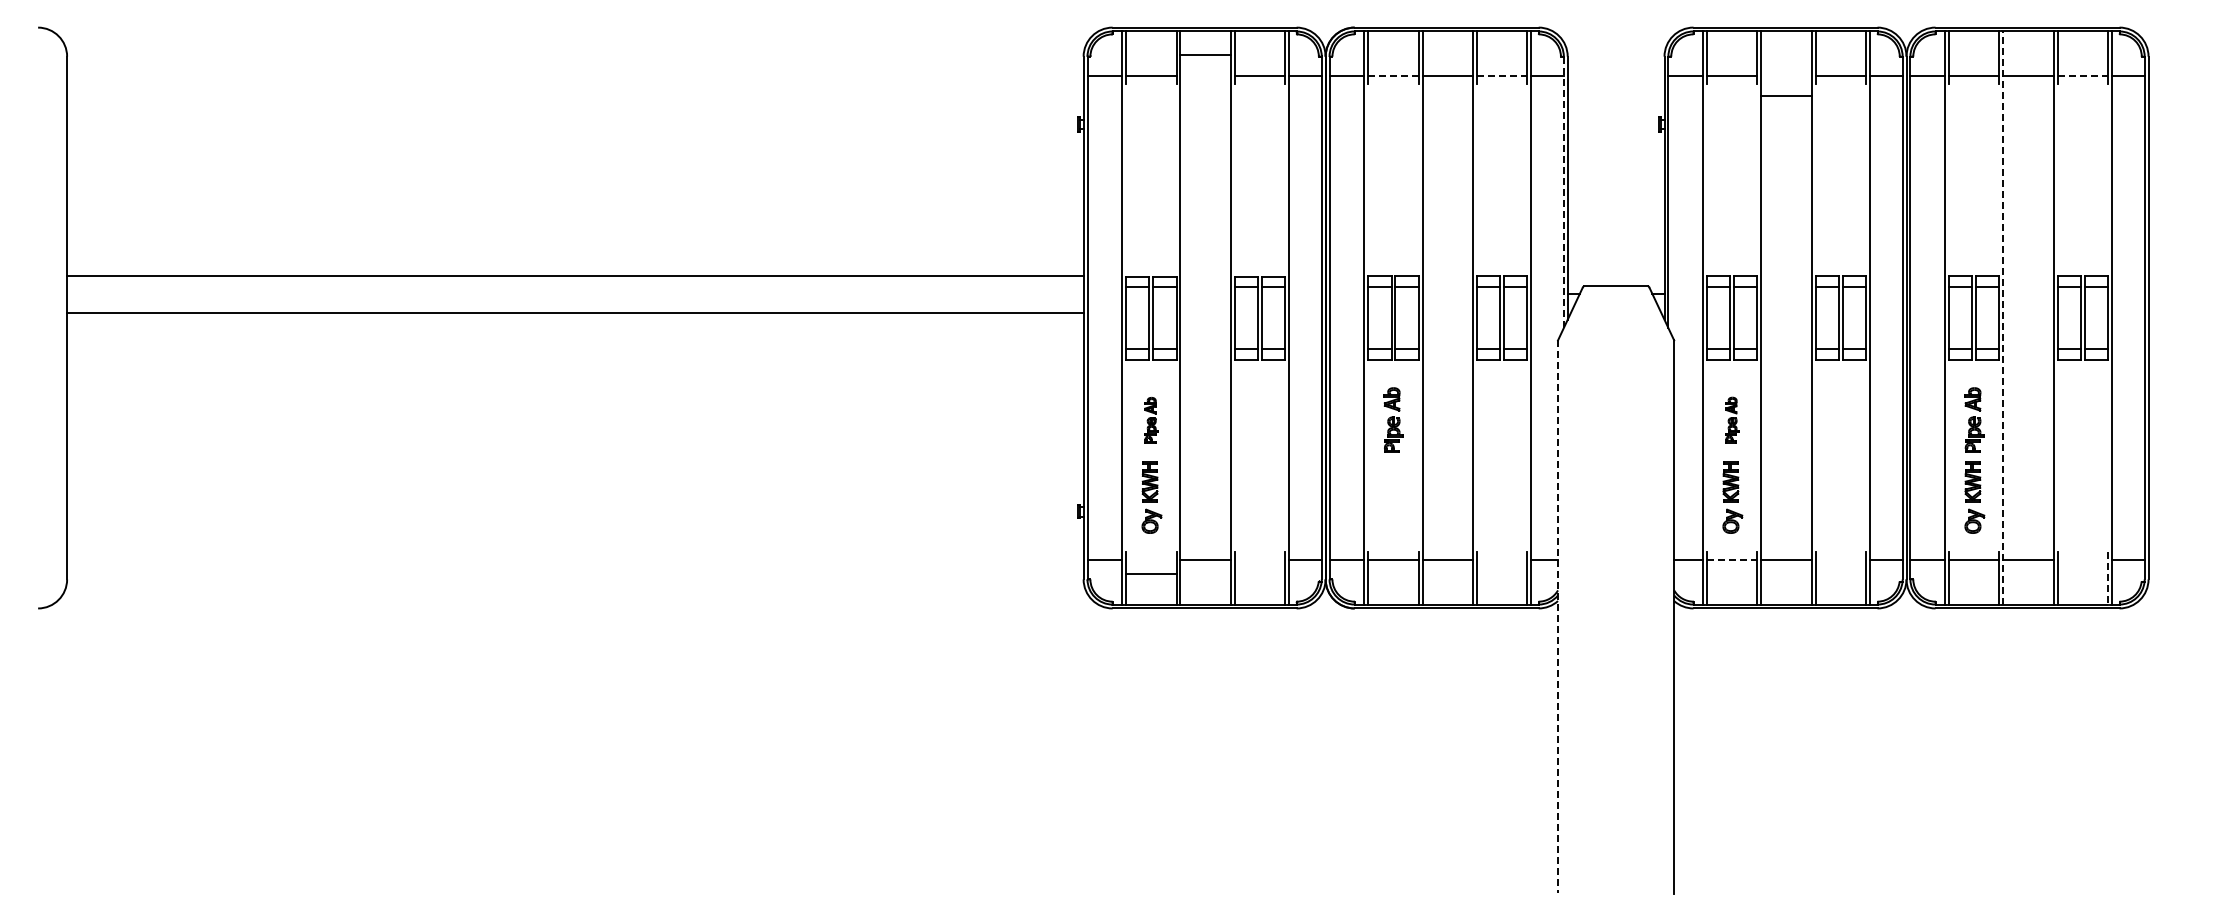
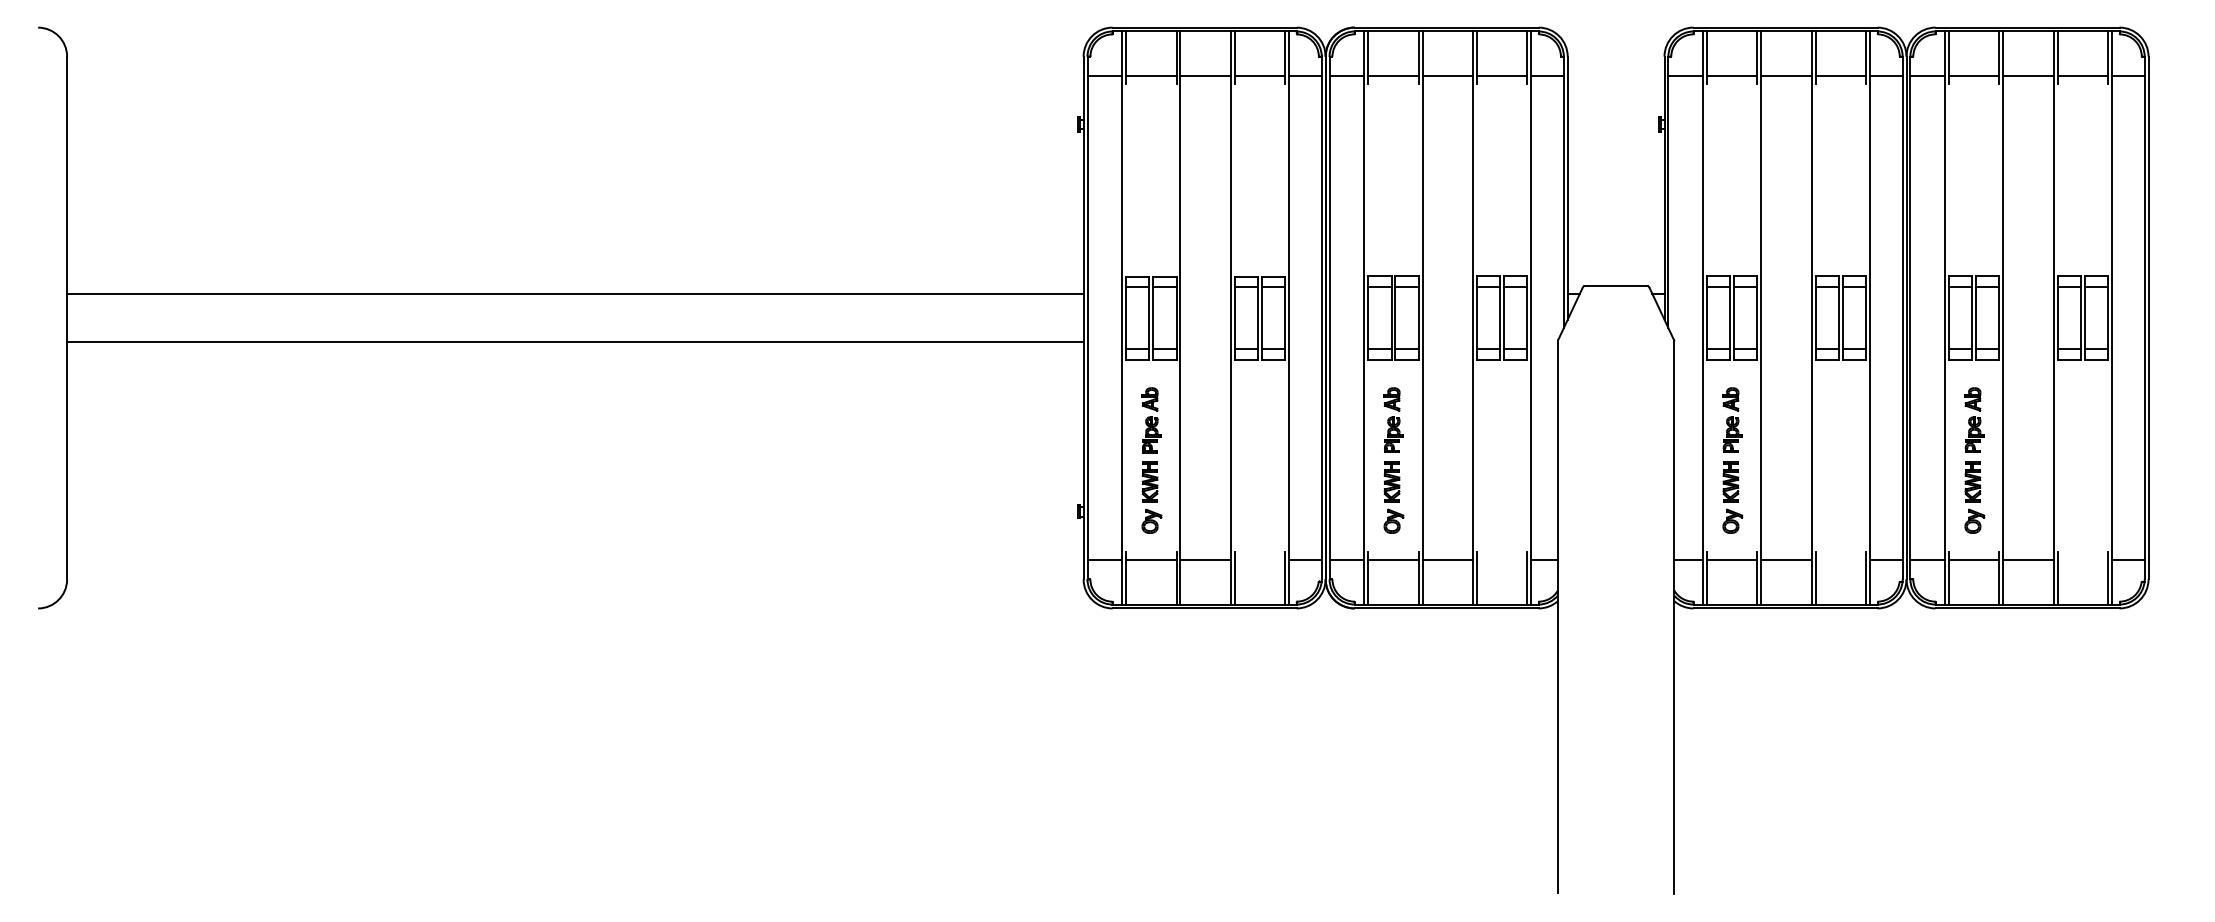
line at (1205, 55) position: (1205, 55) -> (1205, 76)
line at (1393, 76): dashed -> solid
line at (1502, 76): dashed -> solid
line at (2083, 76): dashed -> solid
line at (1786, 96) position: (1786, 96) -> (1786, 76)
line at (1563, 192): dashed -> solid
line at (575, 275) position: (575, 275) -> (575, 293)
line at (575, 313) position: (575, 313) -> (575, 342)
line at (2003, 318): dashed -> solid
part at (1732, 419) size: 15x48 px -> 21x66 px
part at (1151, 420) size: 15x47 px -> 21x67 px
part at (1393, 497): none -> present
line at (1732, 560): dashed -> solid
line at (1151, 574) position: (1151, 574) -> (1151, 560)
line at (2107, 578): dashed -> solid
line at (1558, 617): dashed -> solid
